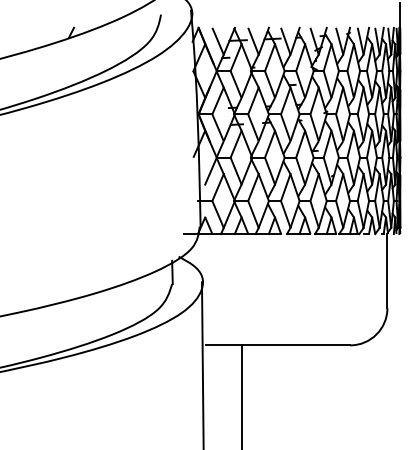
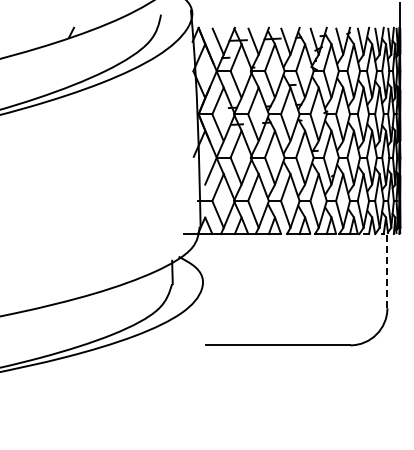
line at (387, 270): solid -> dashed
line at (202, 364): present -> none
line at (241, 395): present -> none
